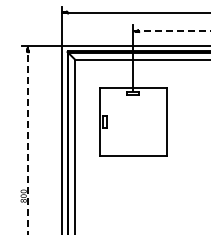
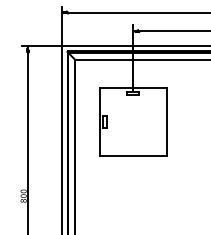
line at (172, 31): dashed -> solid
line at (27, 140): dashed -> solid
